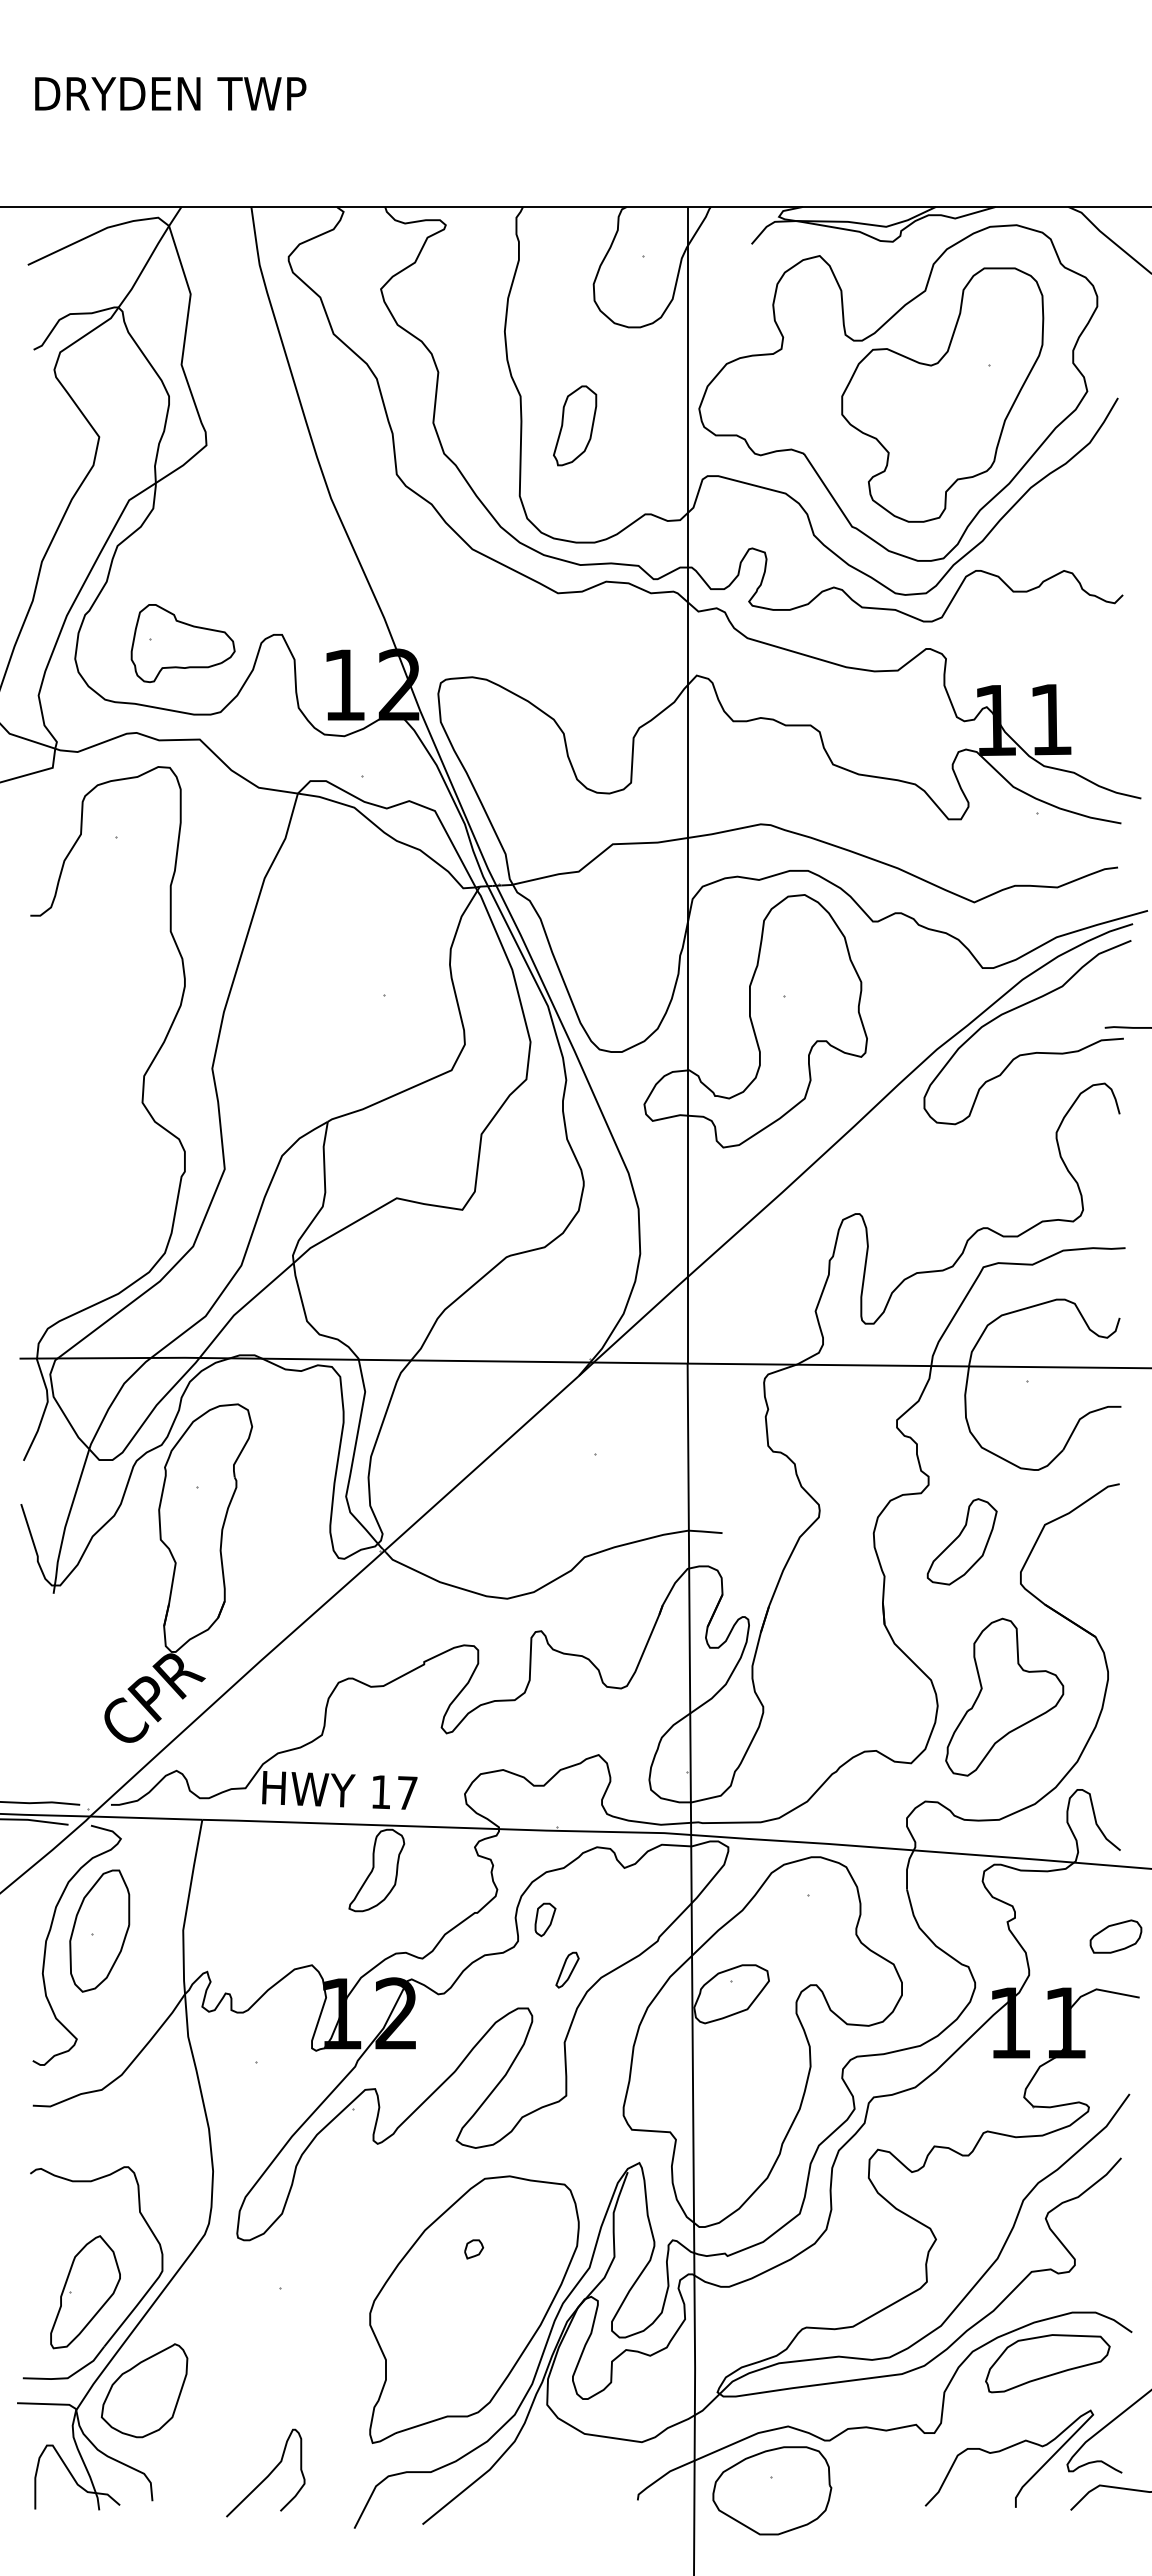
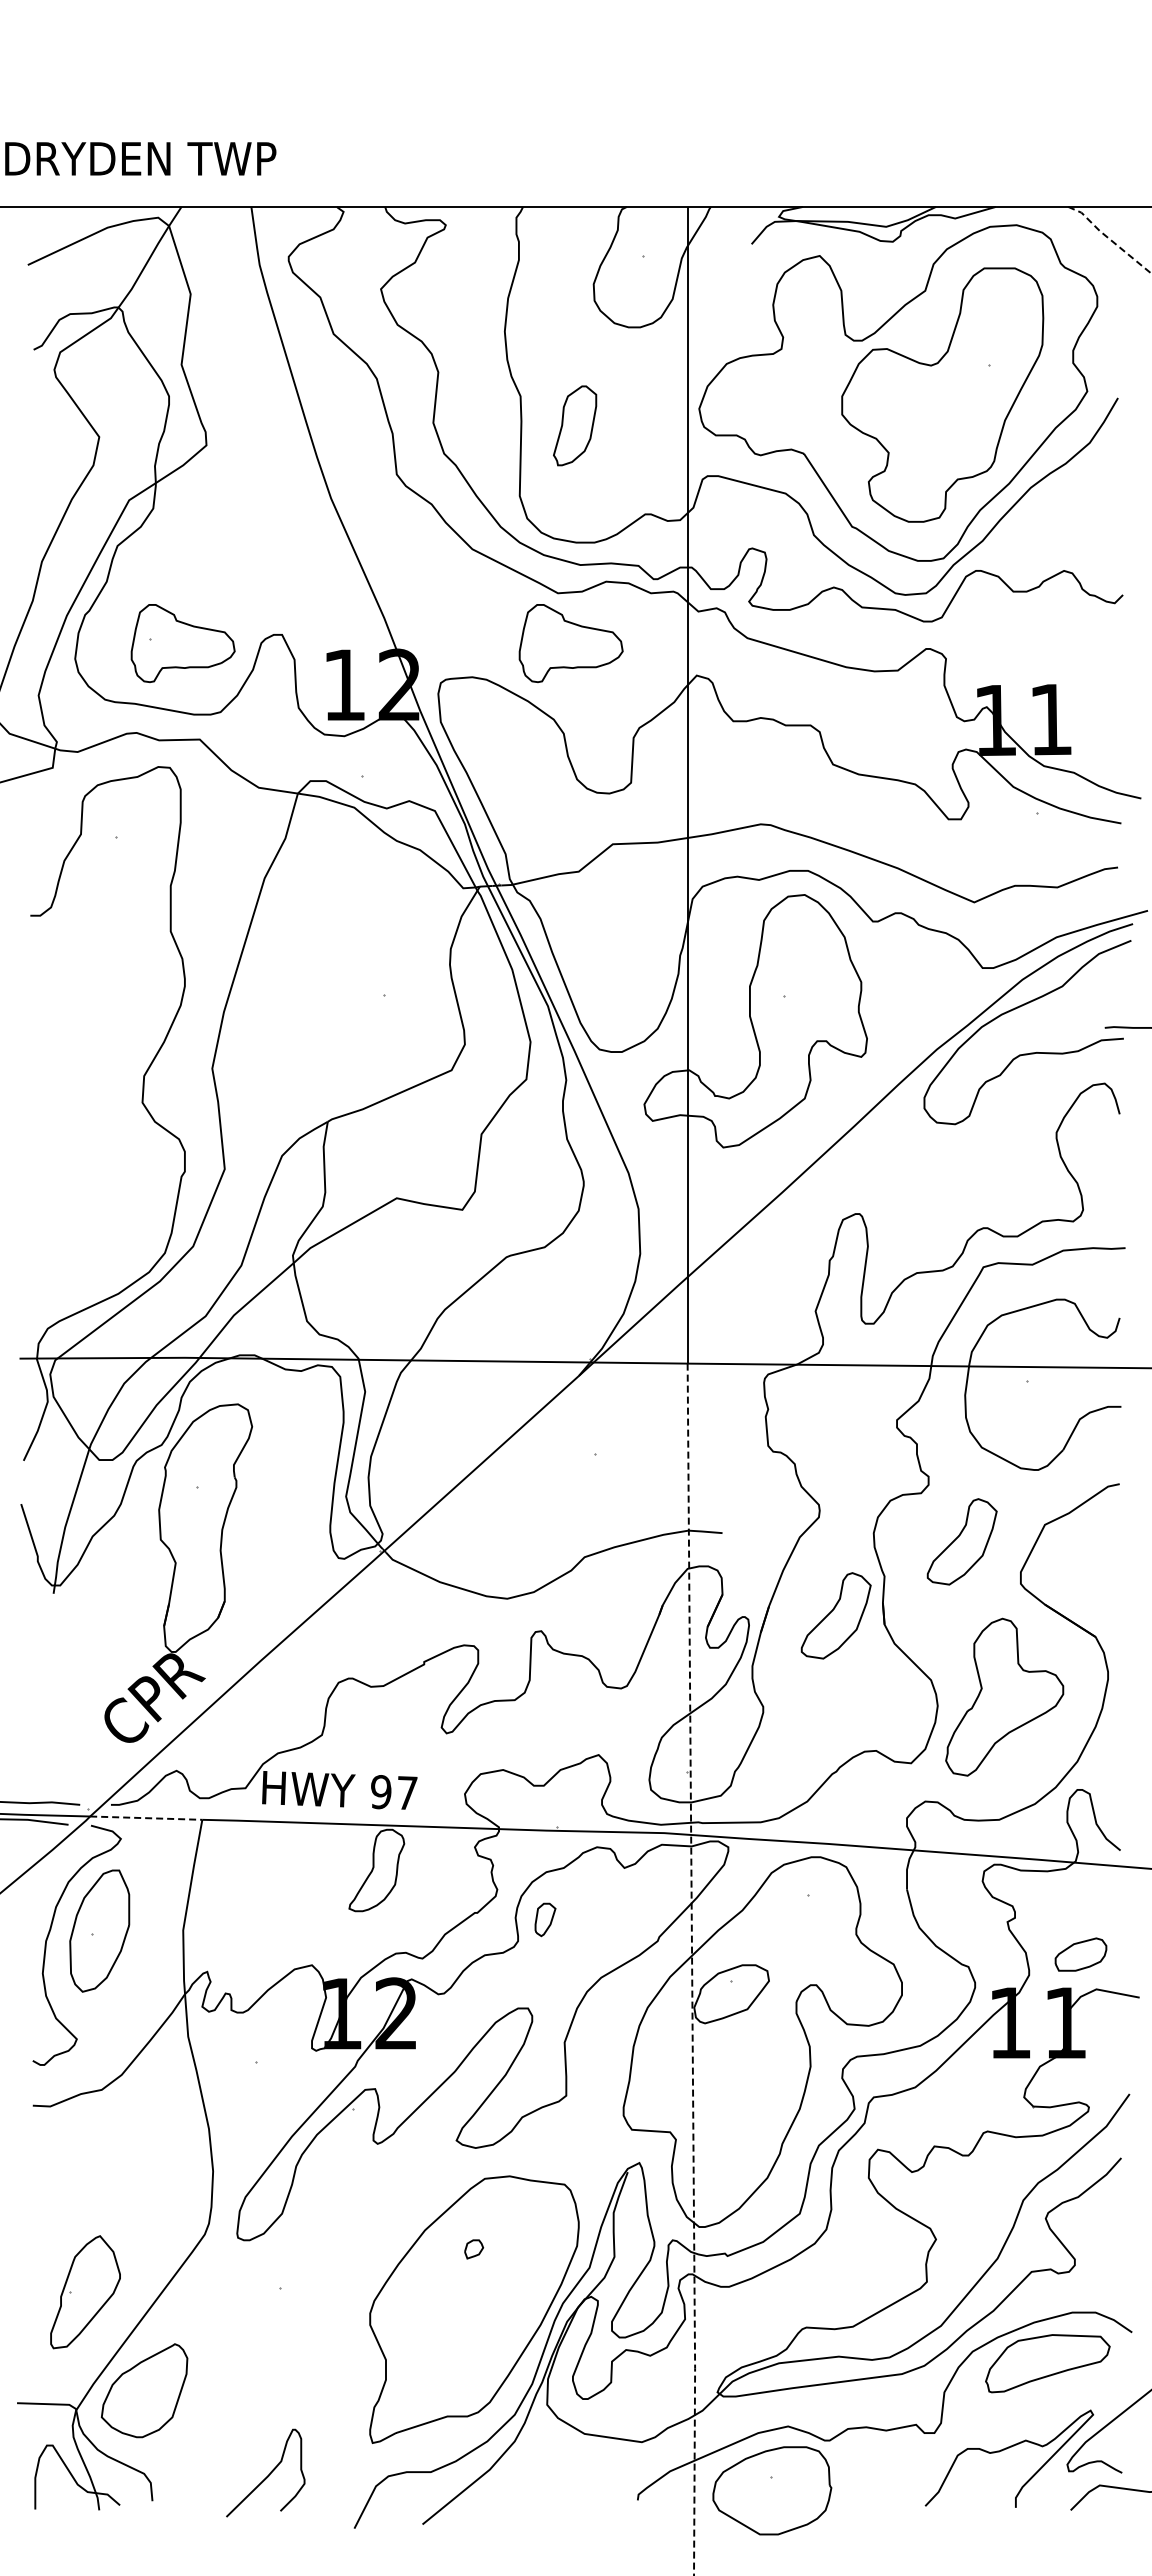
text at (170, 93) position: (170, 93) -> (140, 158)
line at (1109, 238): solid -> dashed
part at (570, 643): none -> present
part at (835, 1615): none -> present
text at (381, 1792): 17 -> 97
line at (146, 1818): solid -> dashed
part at (1115, 1936) position: (1115, 1936) -> (1080, 1954)
part at (567, 1969): present -> none
line at (692, 1970): solid -> dashed
part at (135, 2305): present -> none
